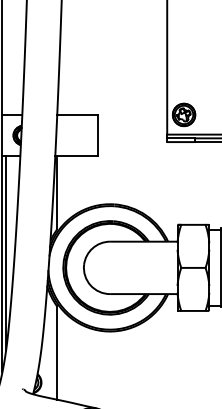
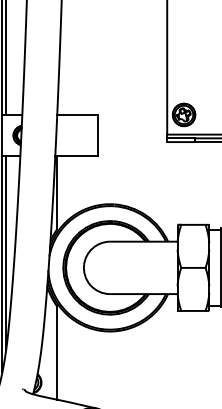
line at (6, 58): none -> present
